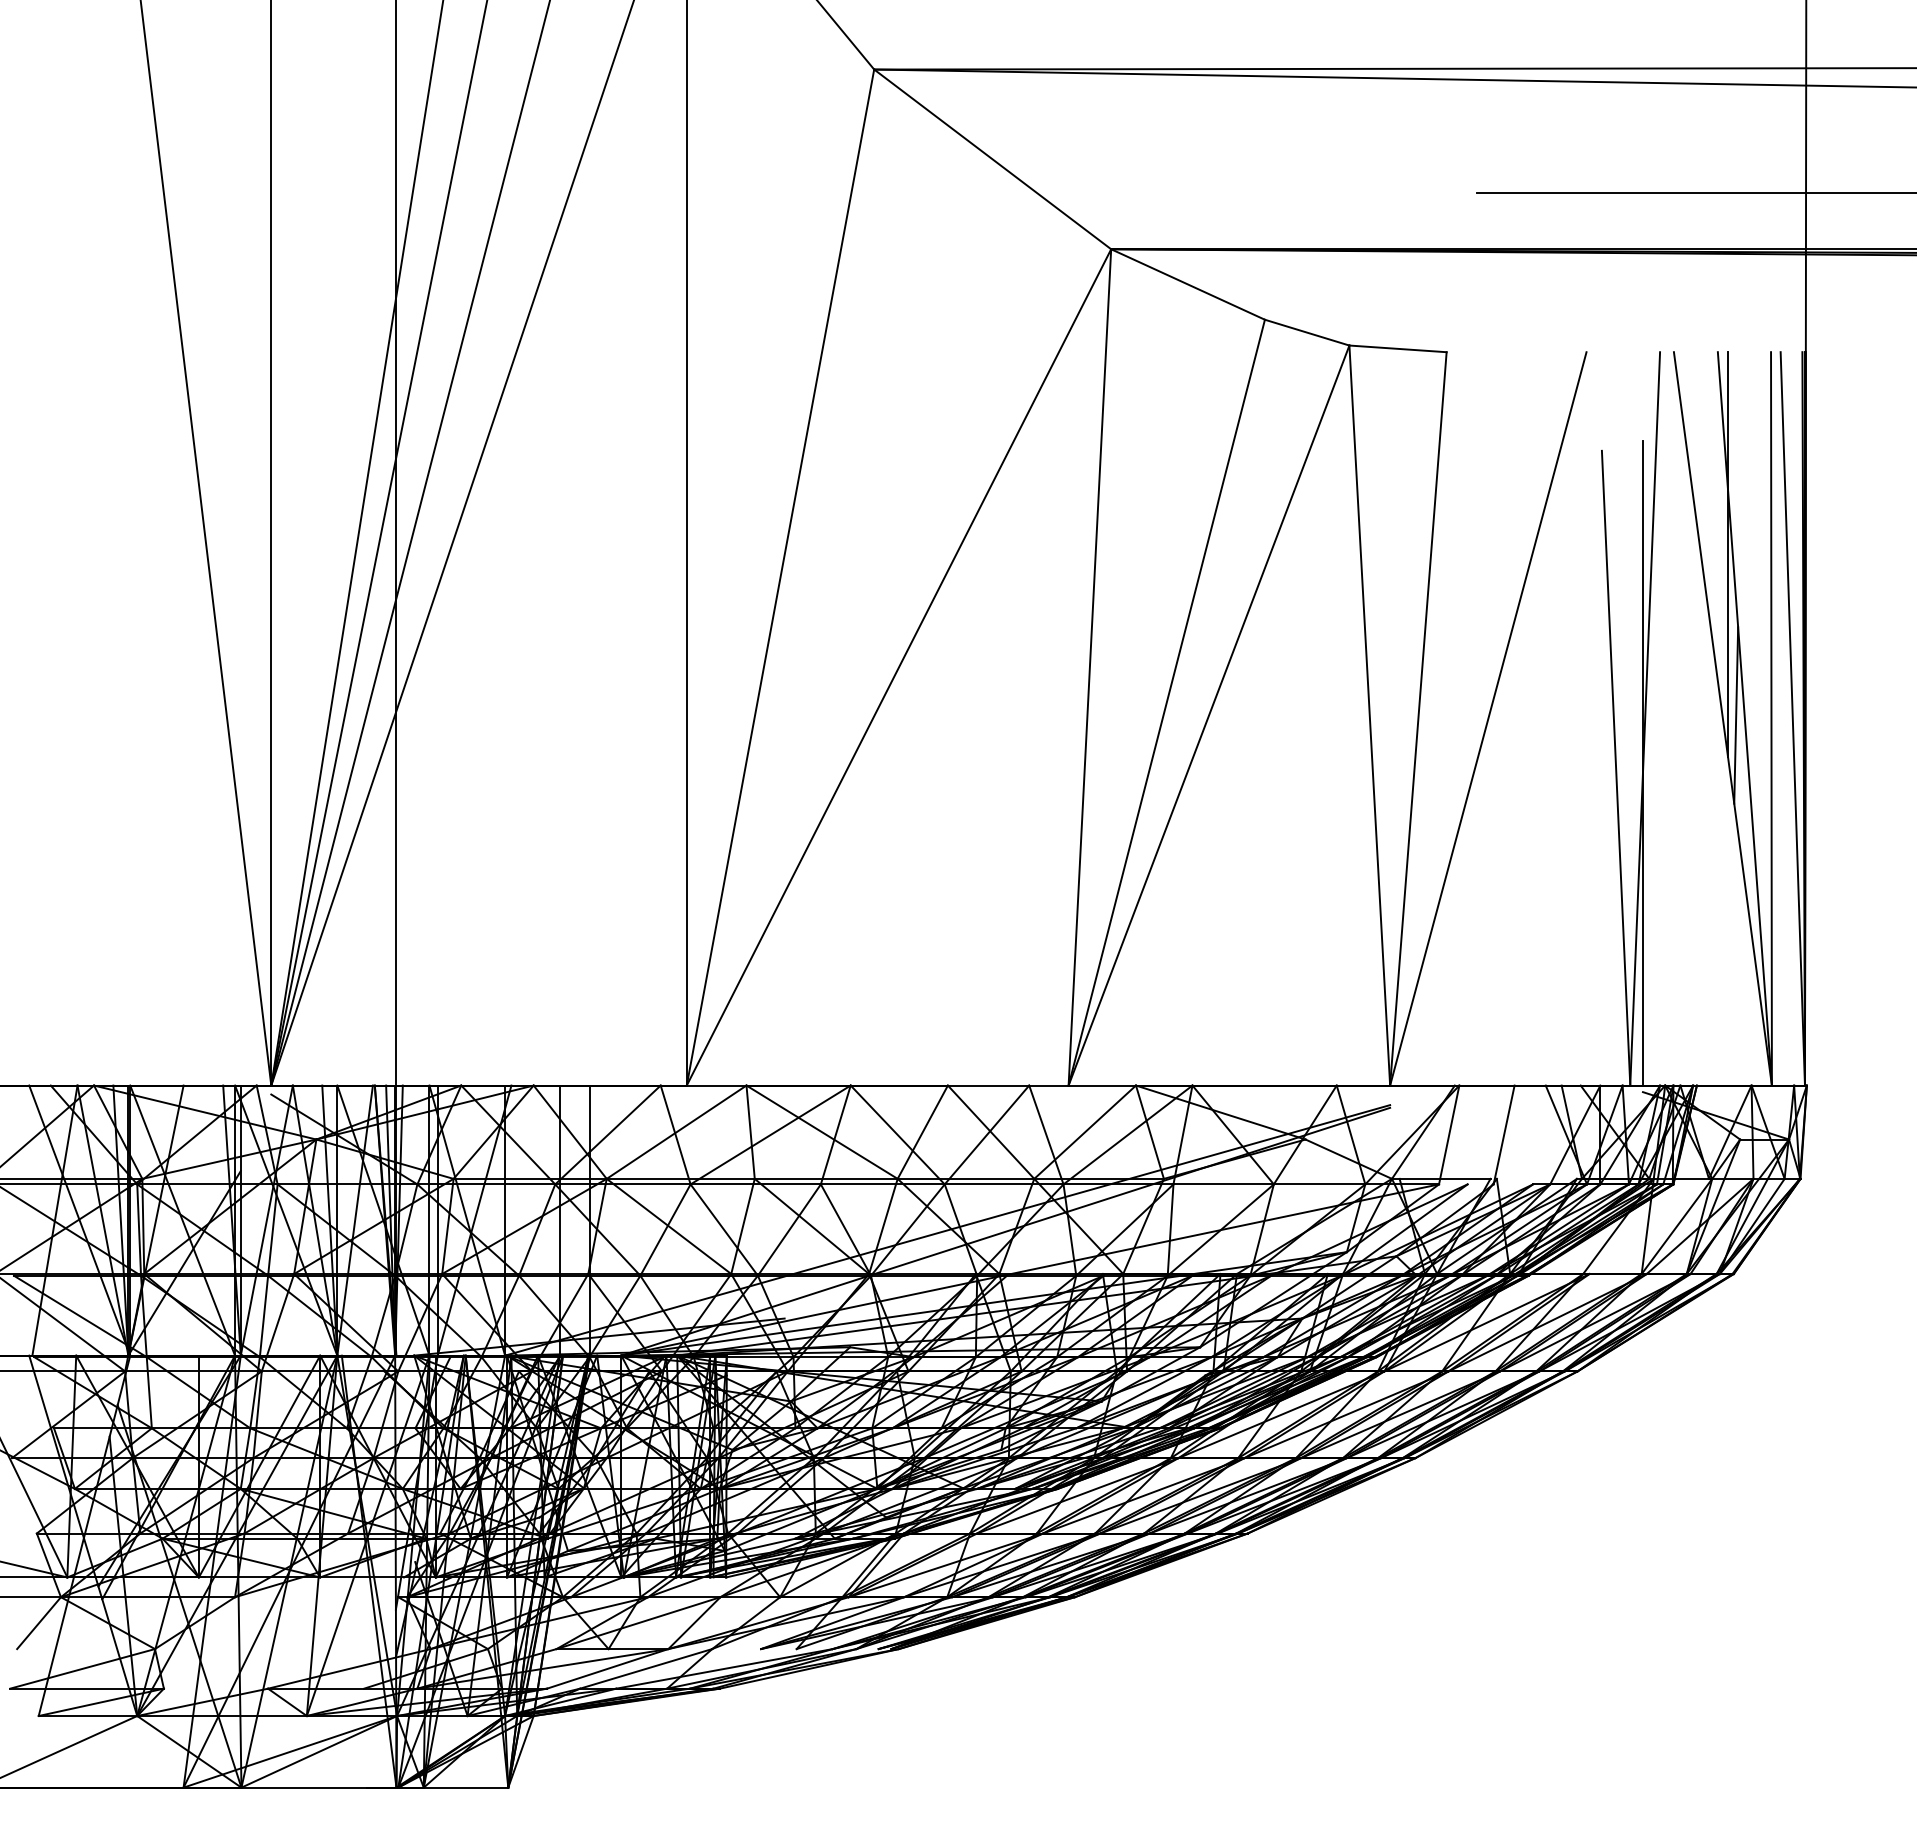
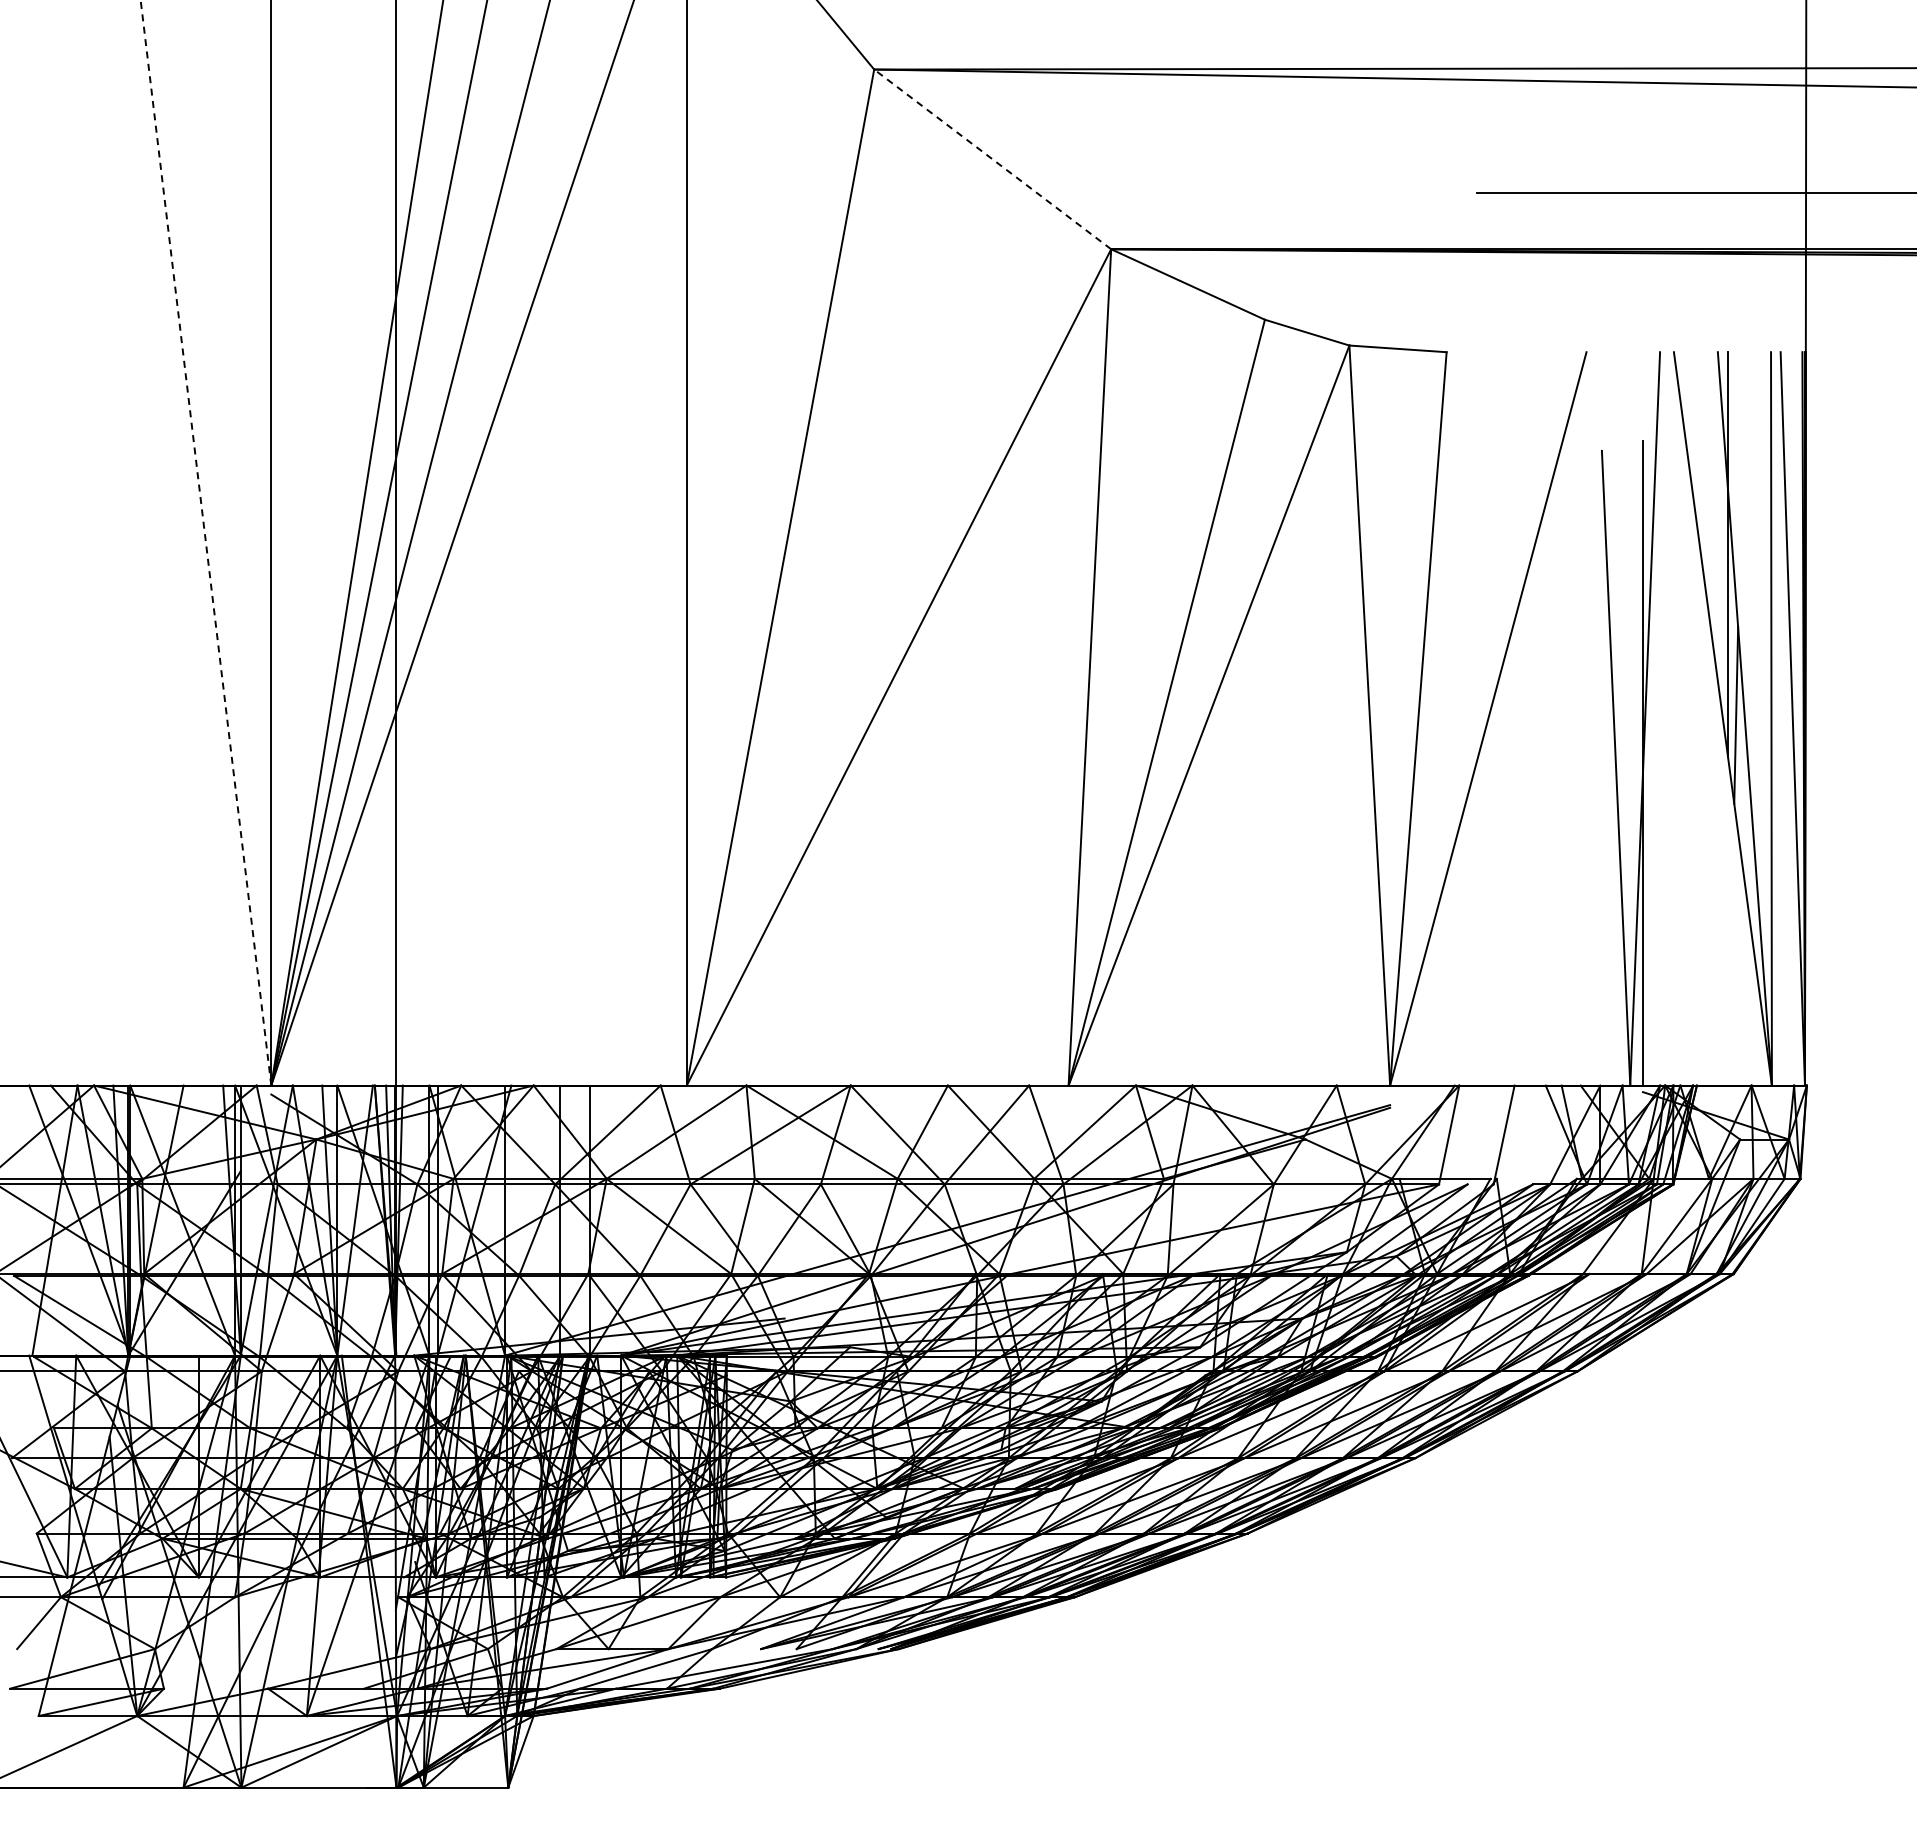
line at (992, 159): solid -> dashed
line at (205, 542): solid -> dashed
